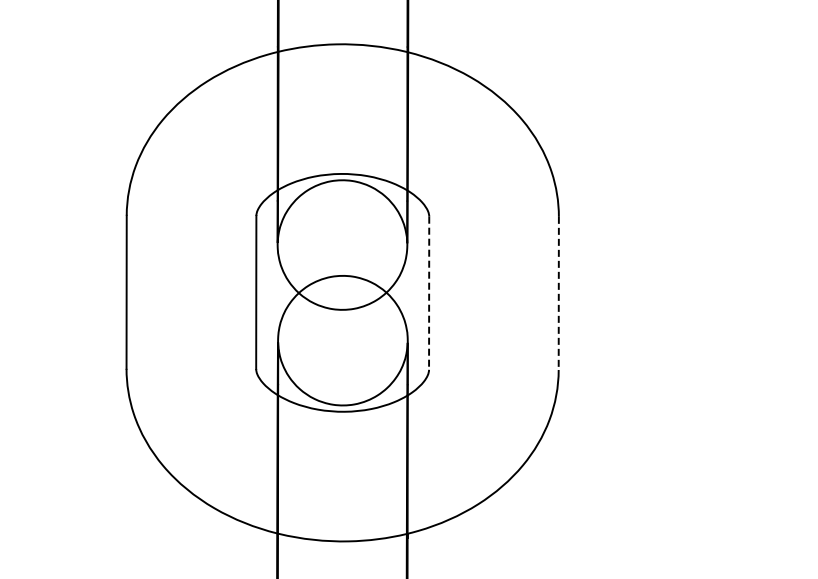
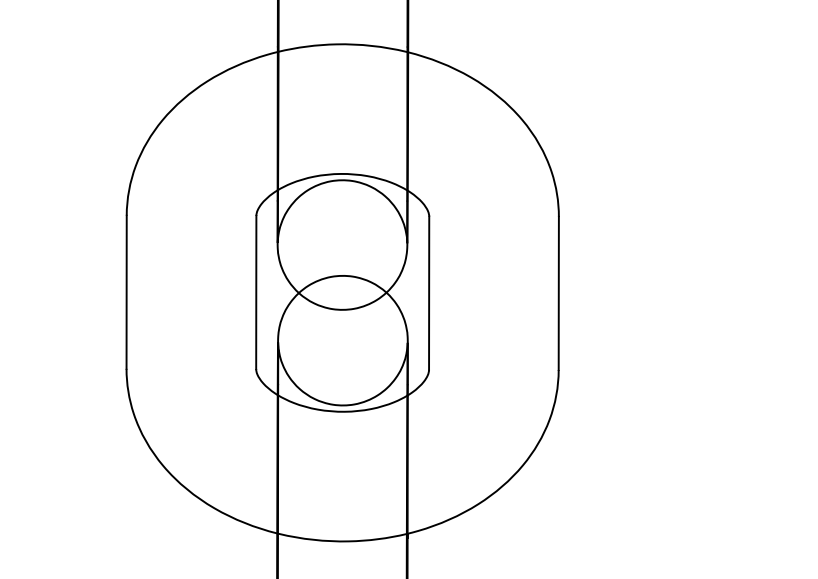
line at (429, 293): dashed -> solid
line at (558, 293): dashed -> solid
